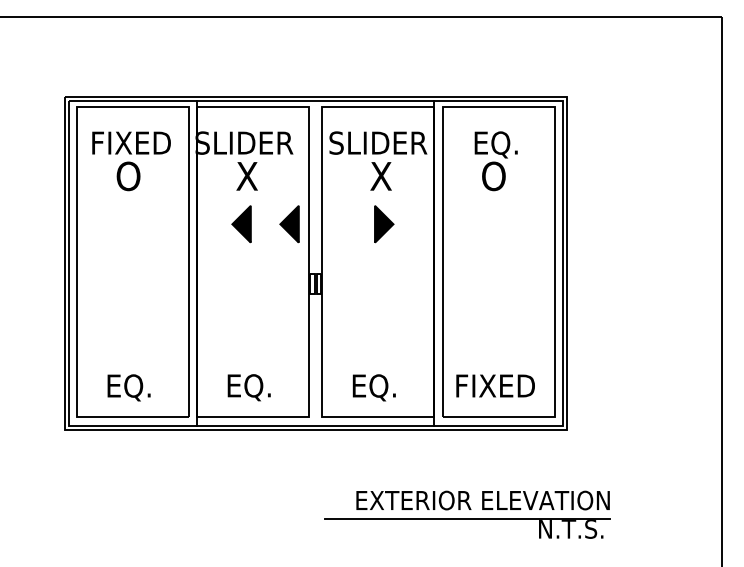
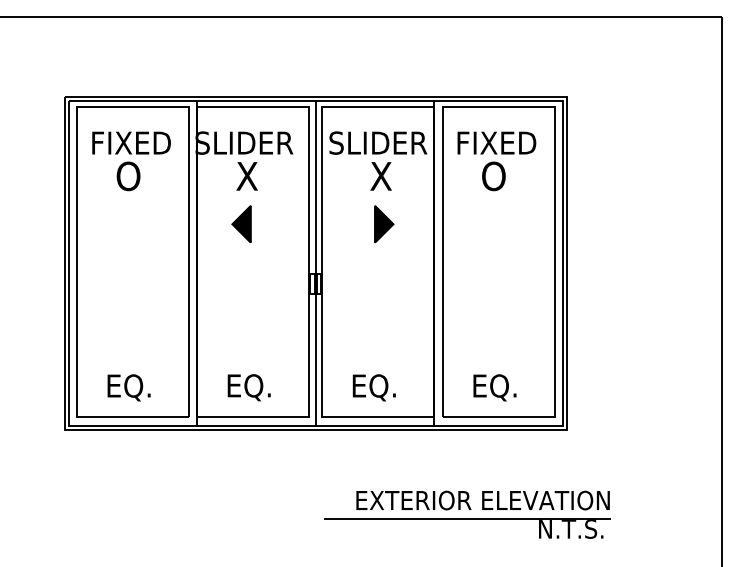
text at (496, 144): EQ. -> FIXED
part at (289, 224): present -> none
line at (315, 263): none -> present
text at (495, 387): FIXED -> EQ.
